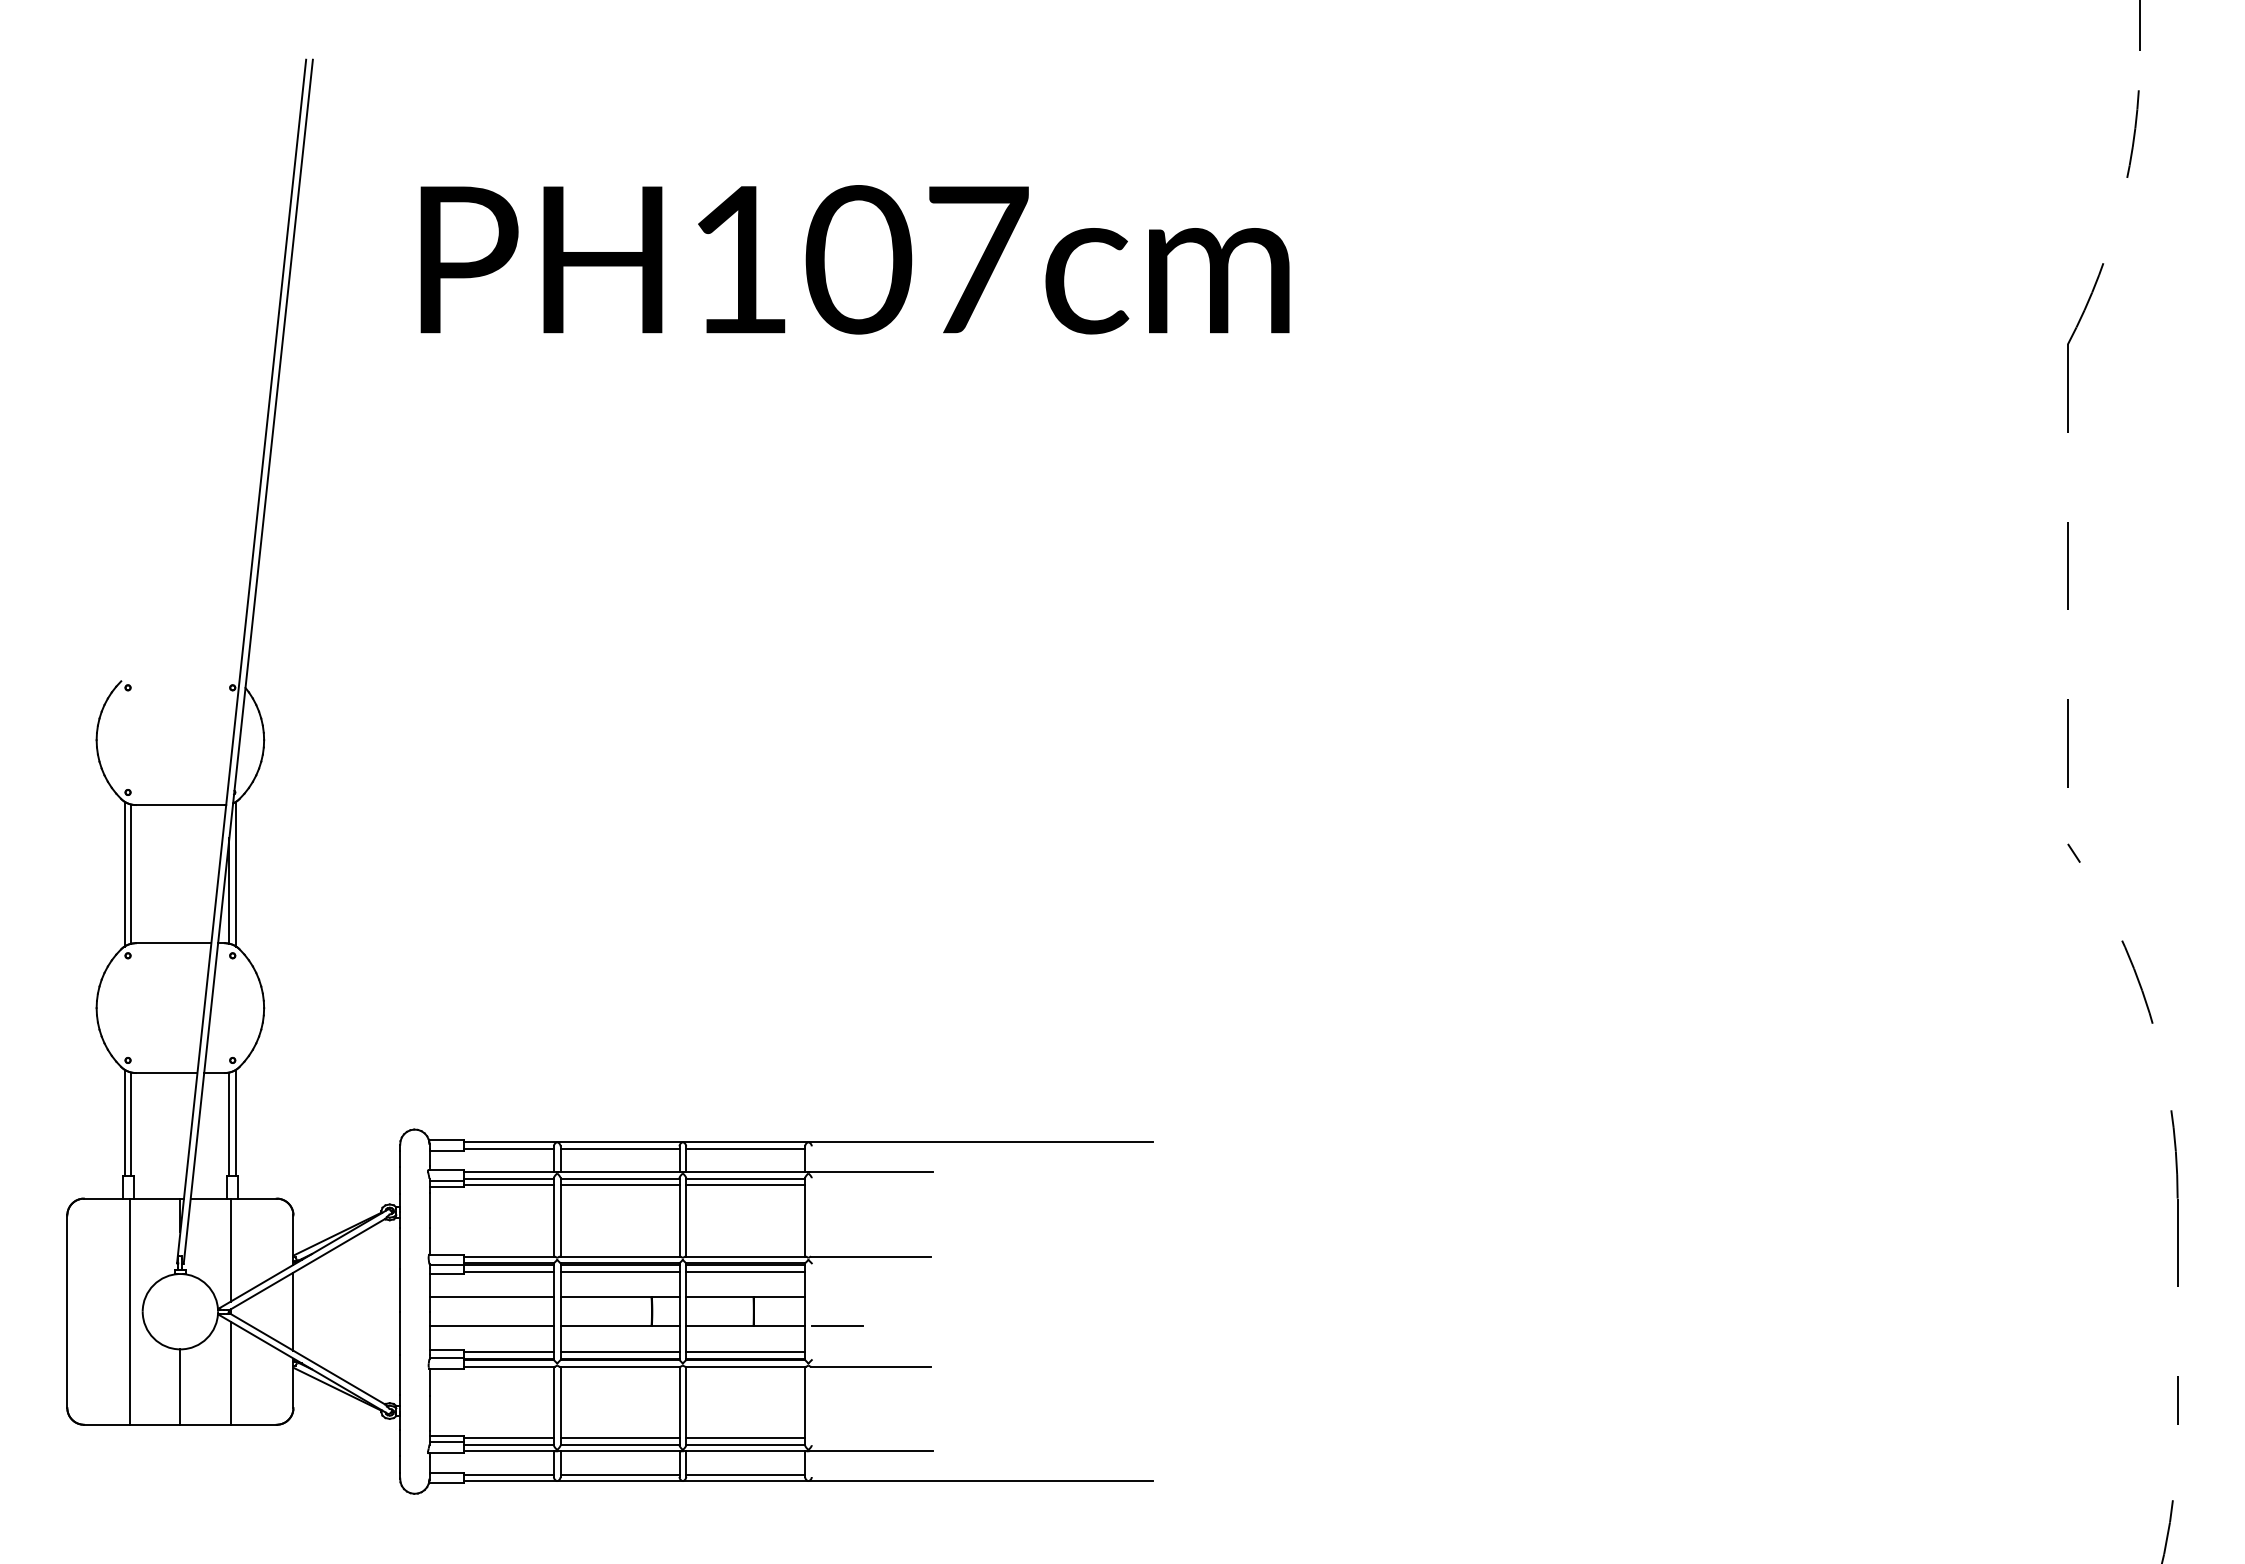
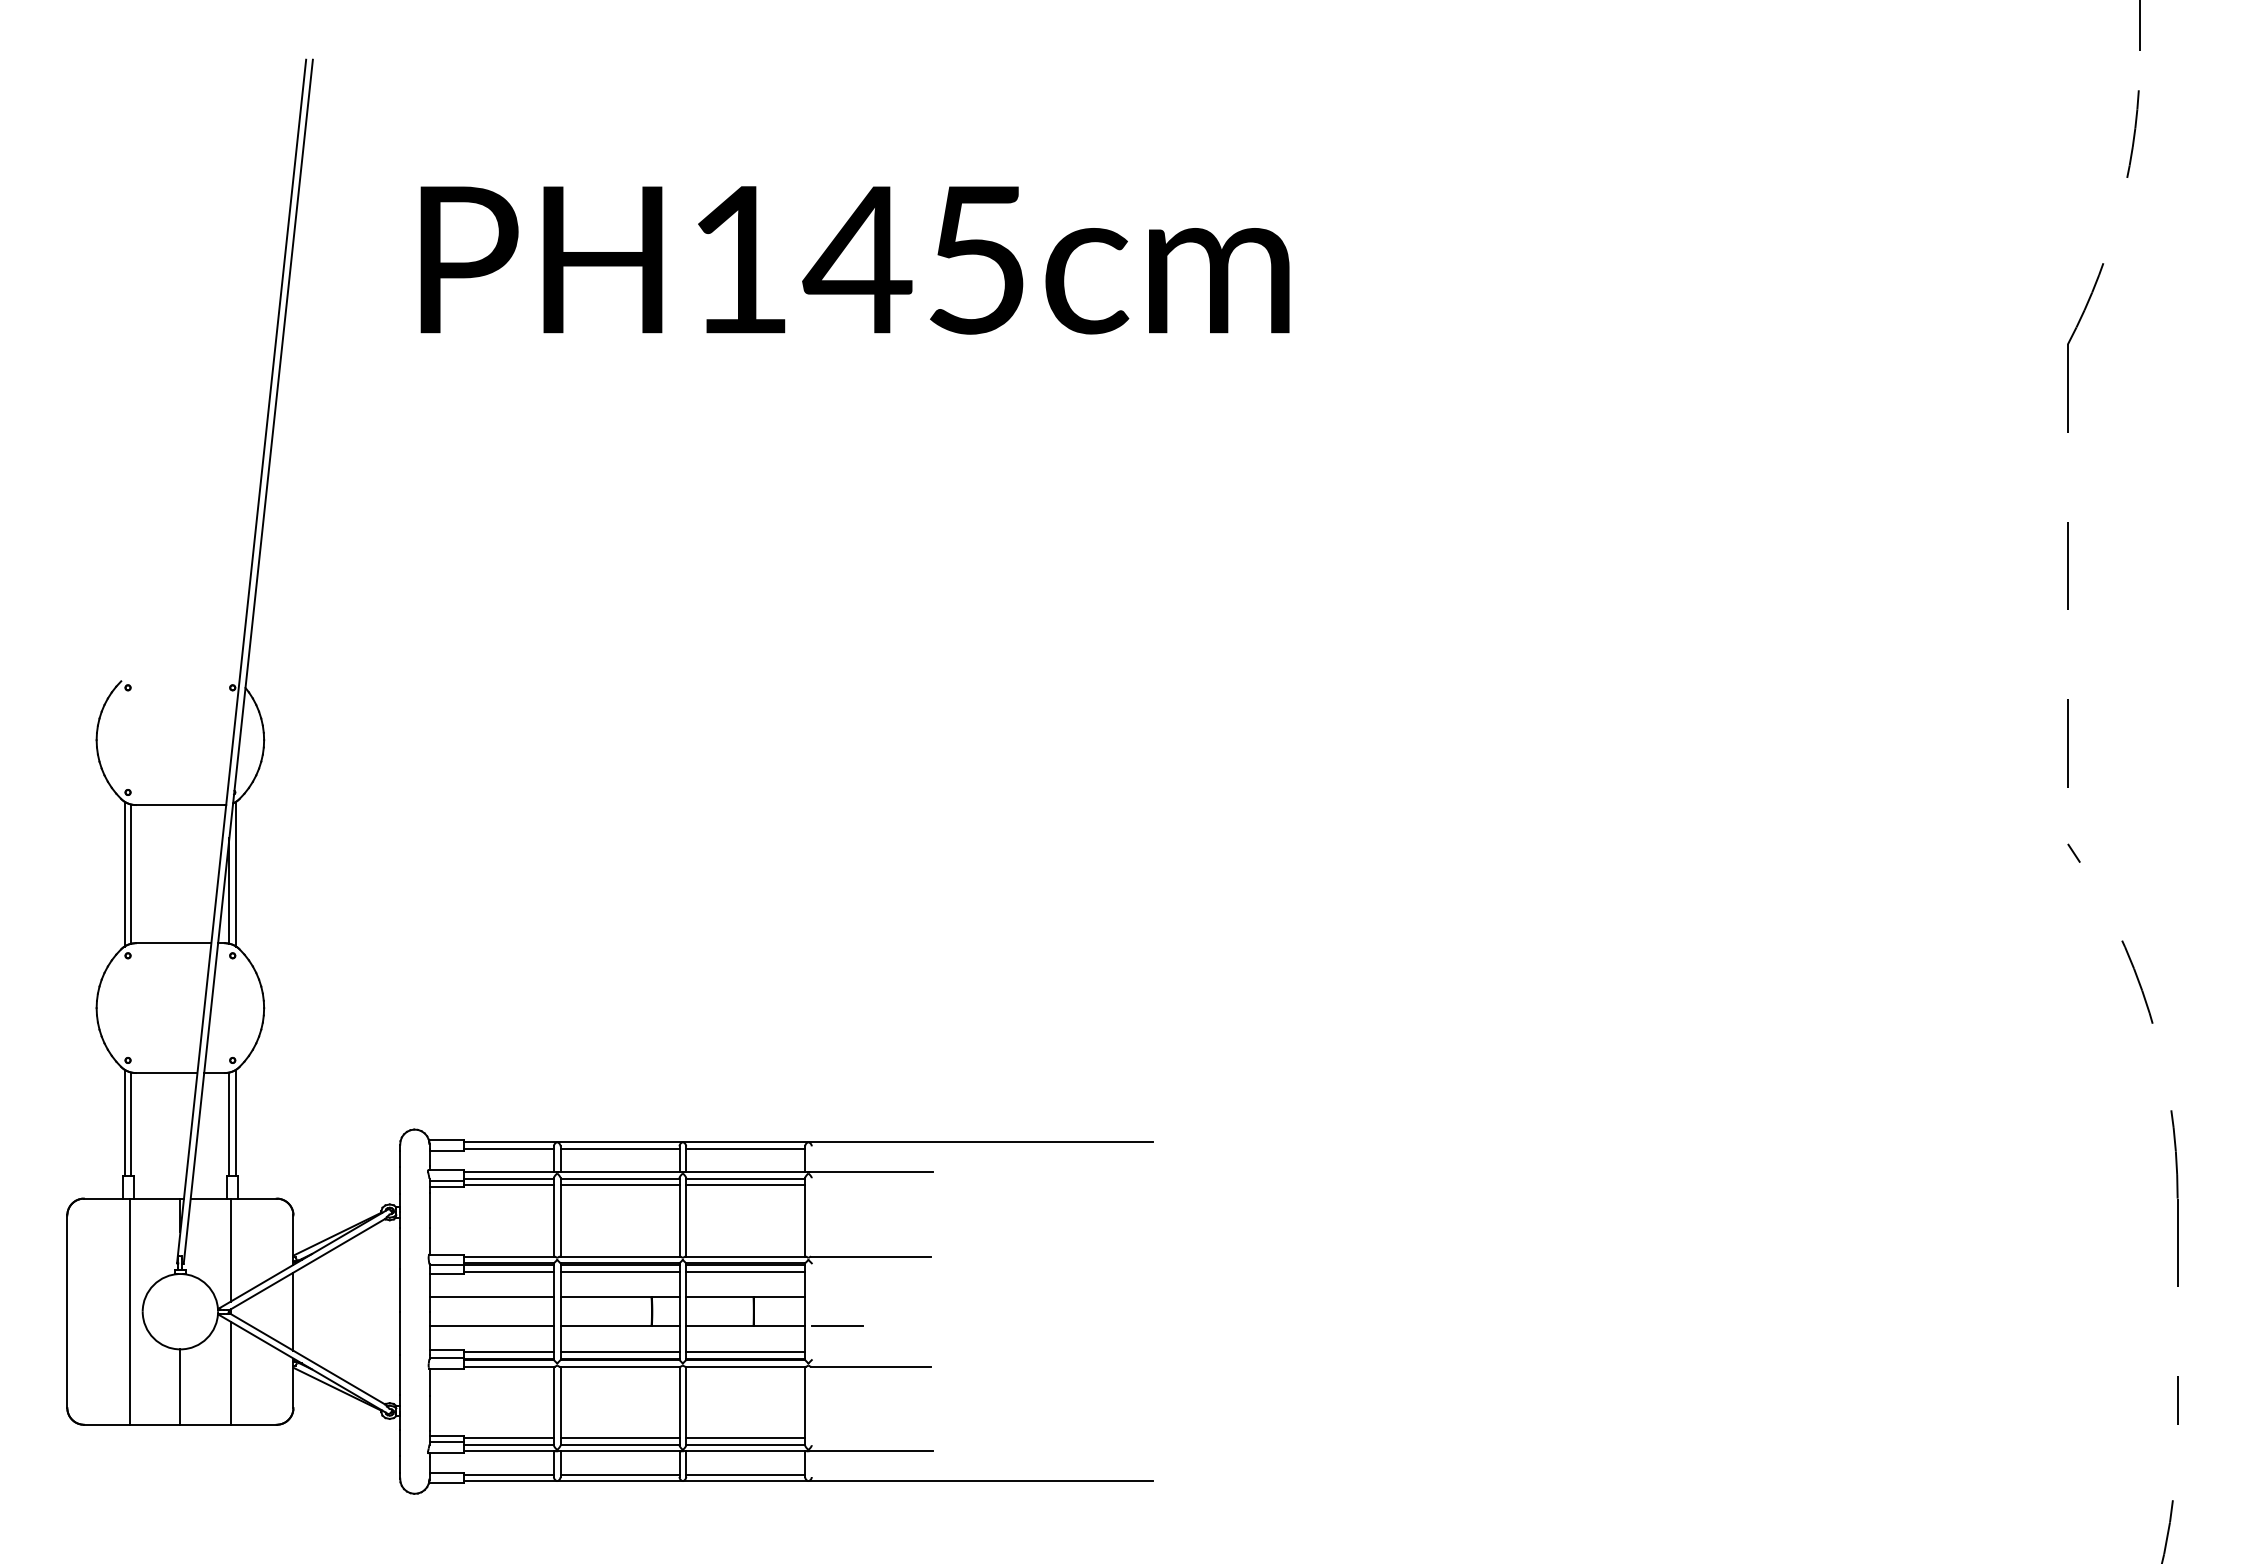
text at (915, 259): PH107cm -> PH145cm
